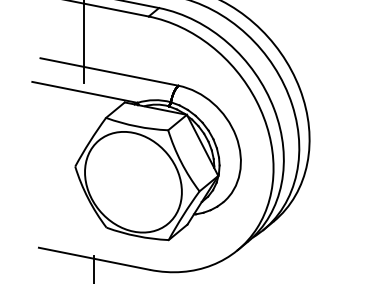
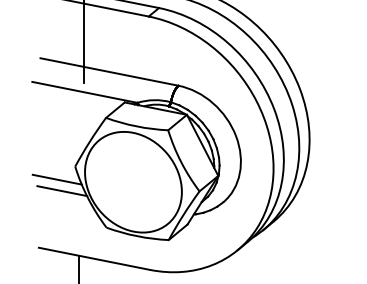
line at (56, 179): none -> present
line at (62, 191): none -> present
line at (94, 267) position: (94, 267) -> (79, 267)
